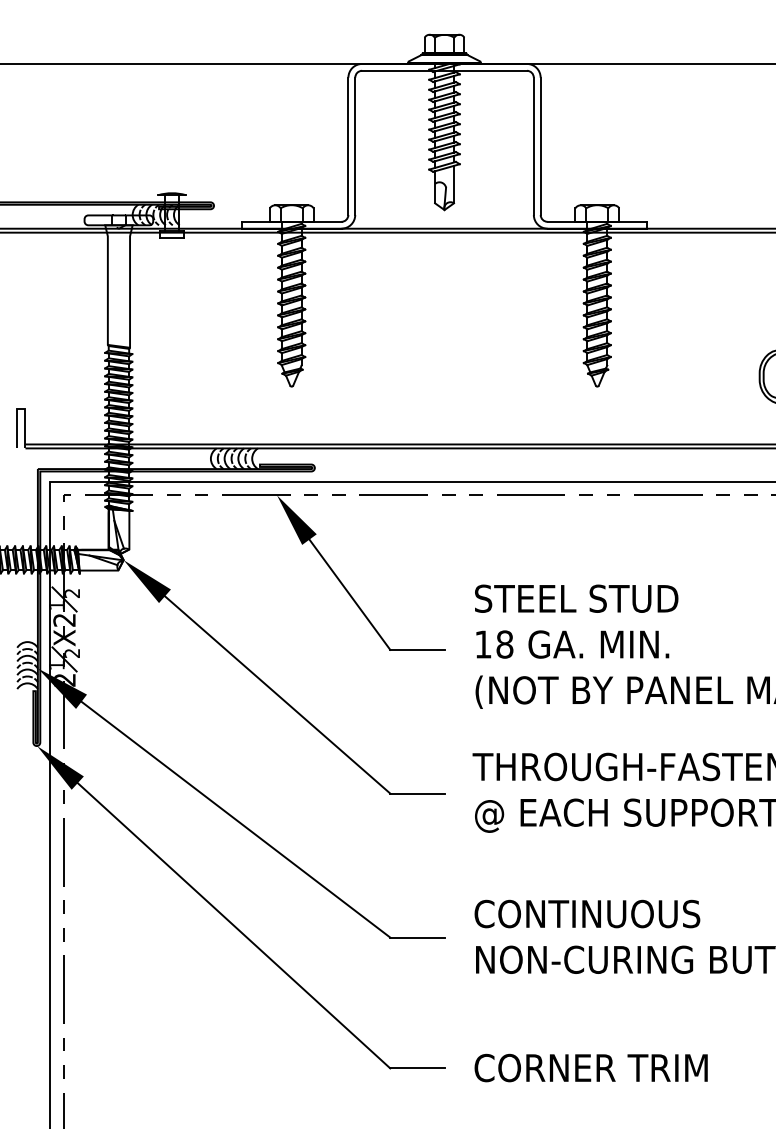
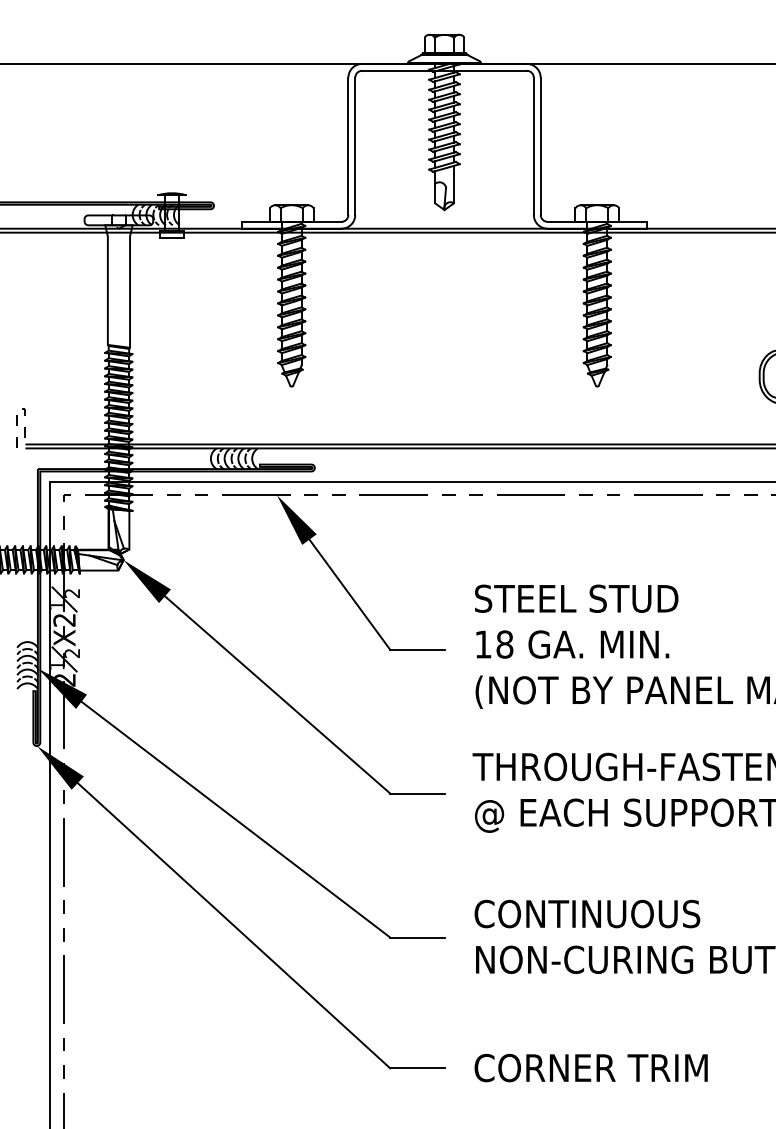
line at (21, 408): solid -> dashed
